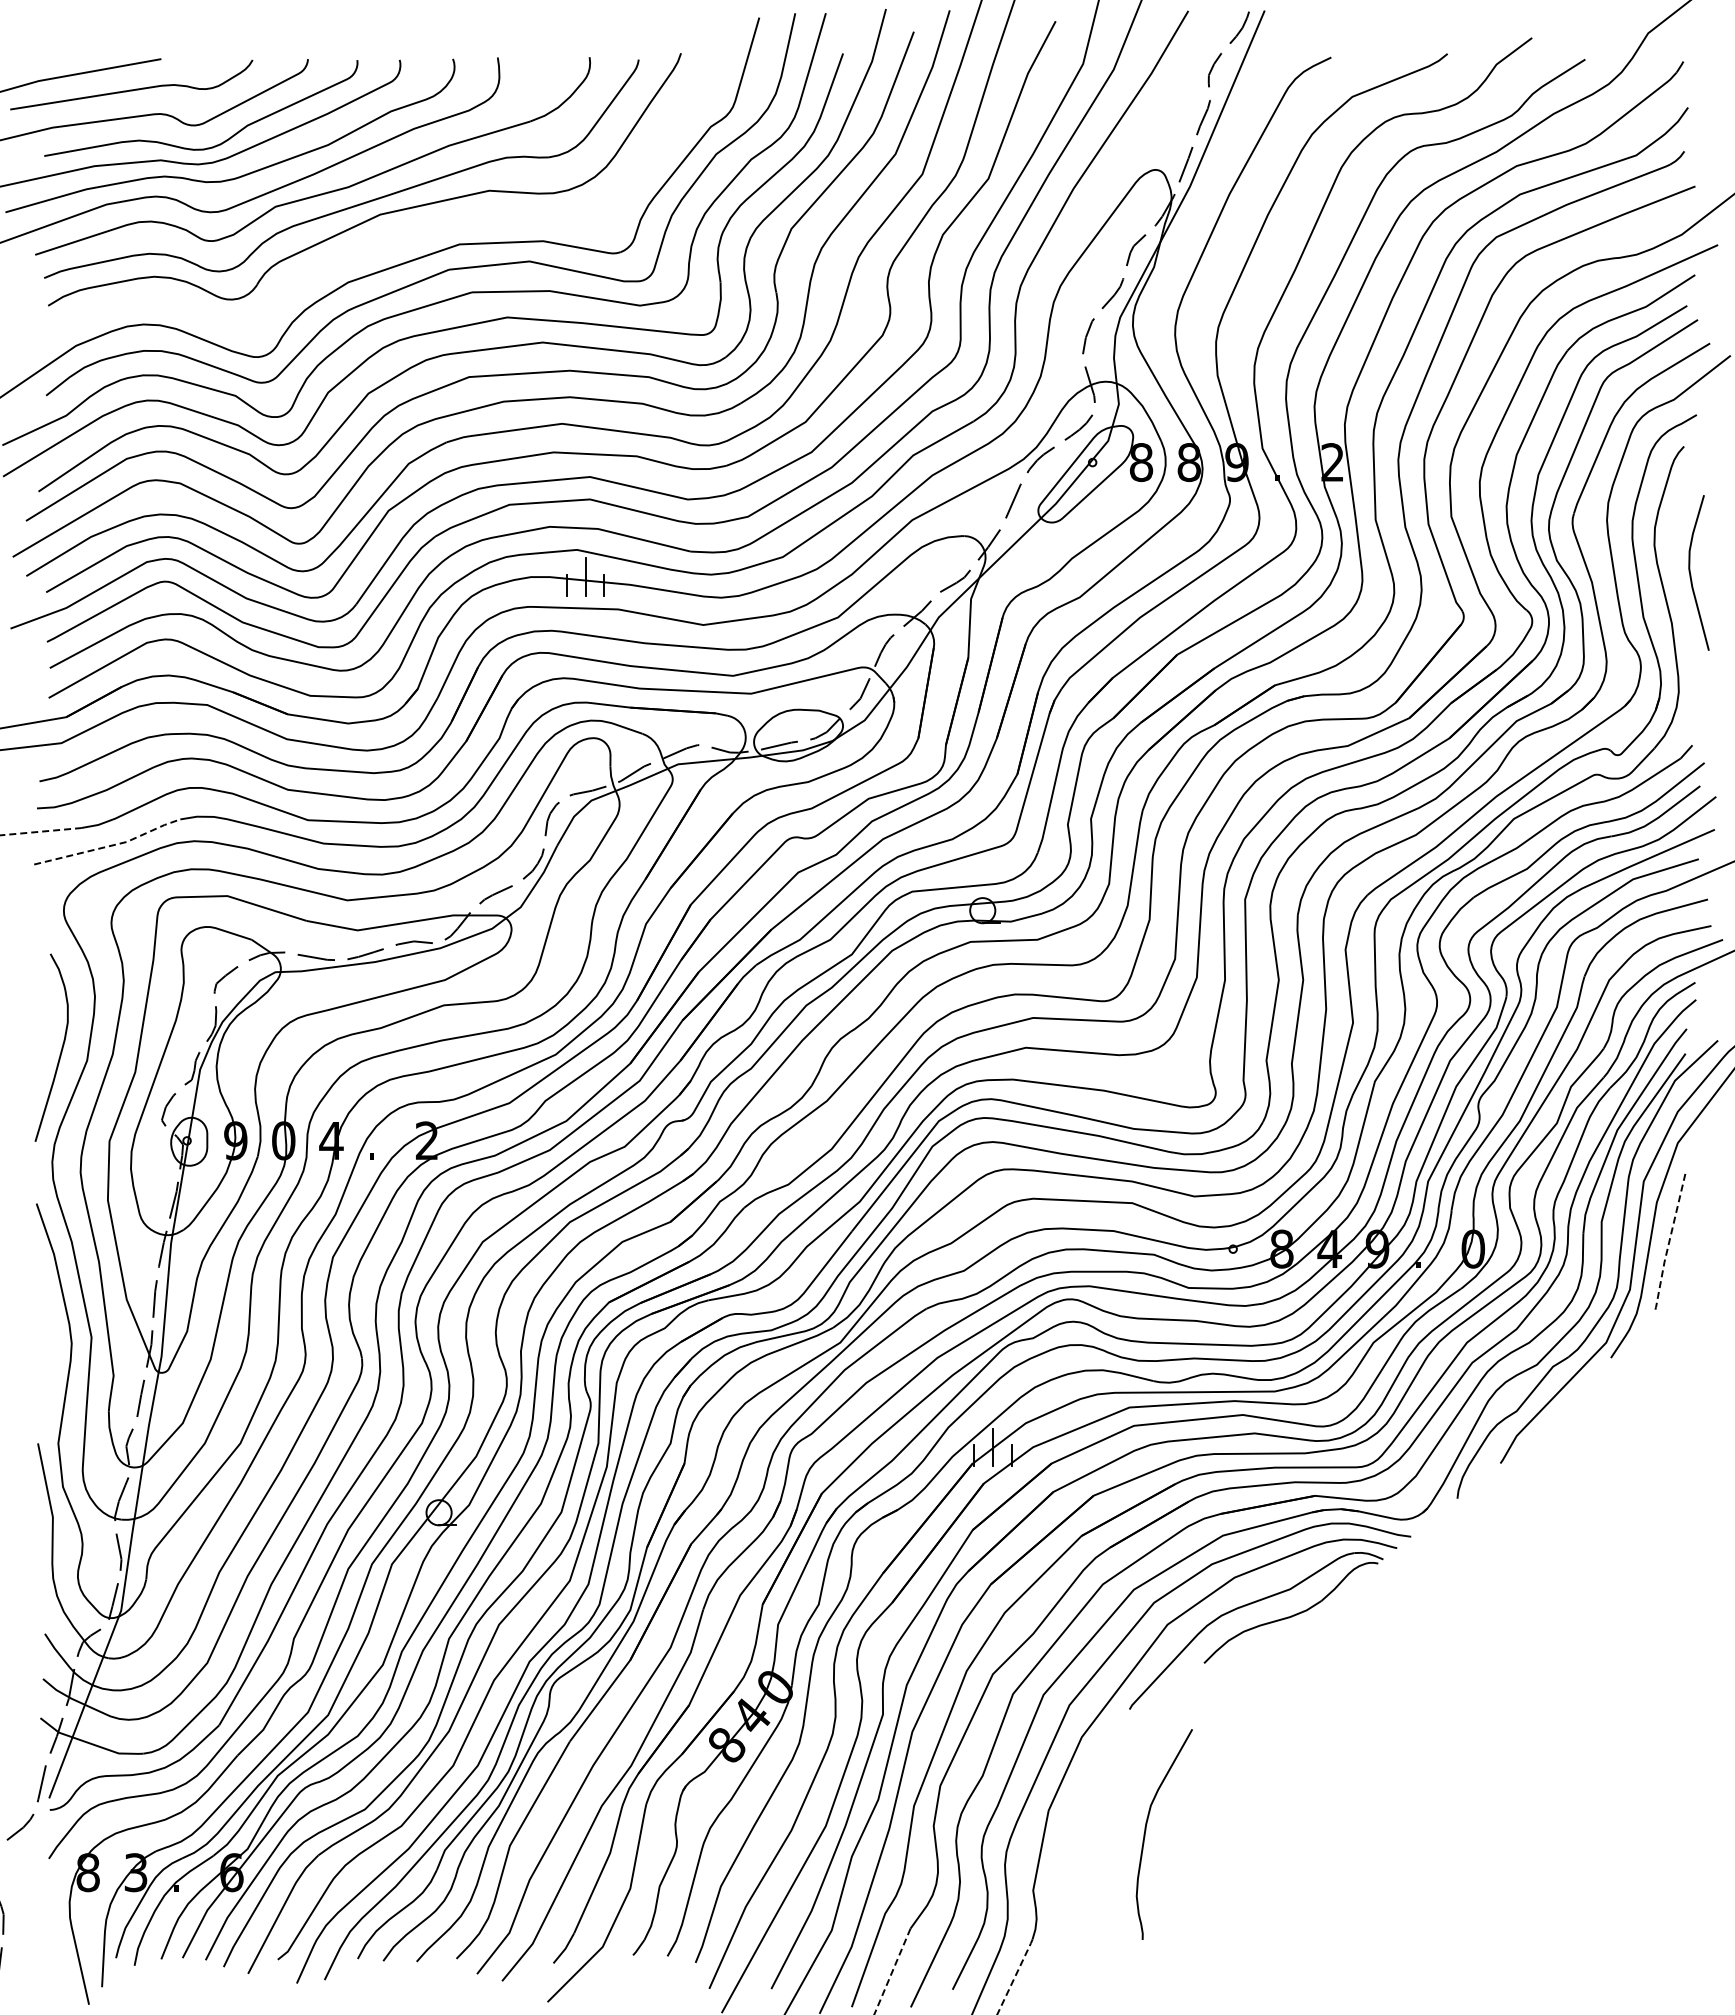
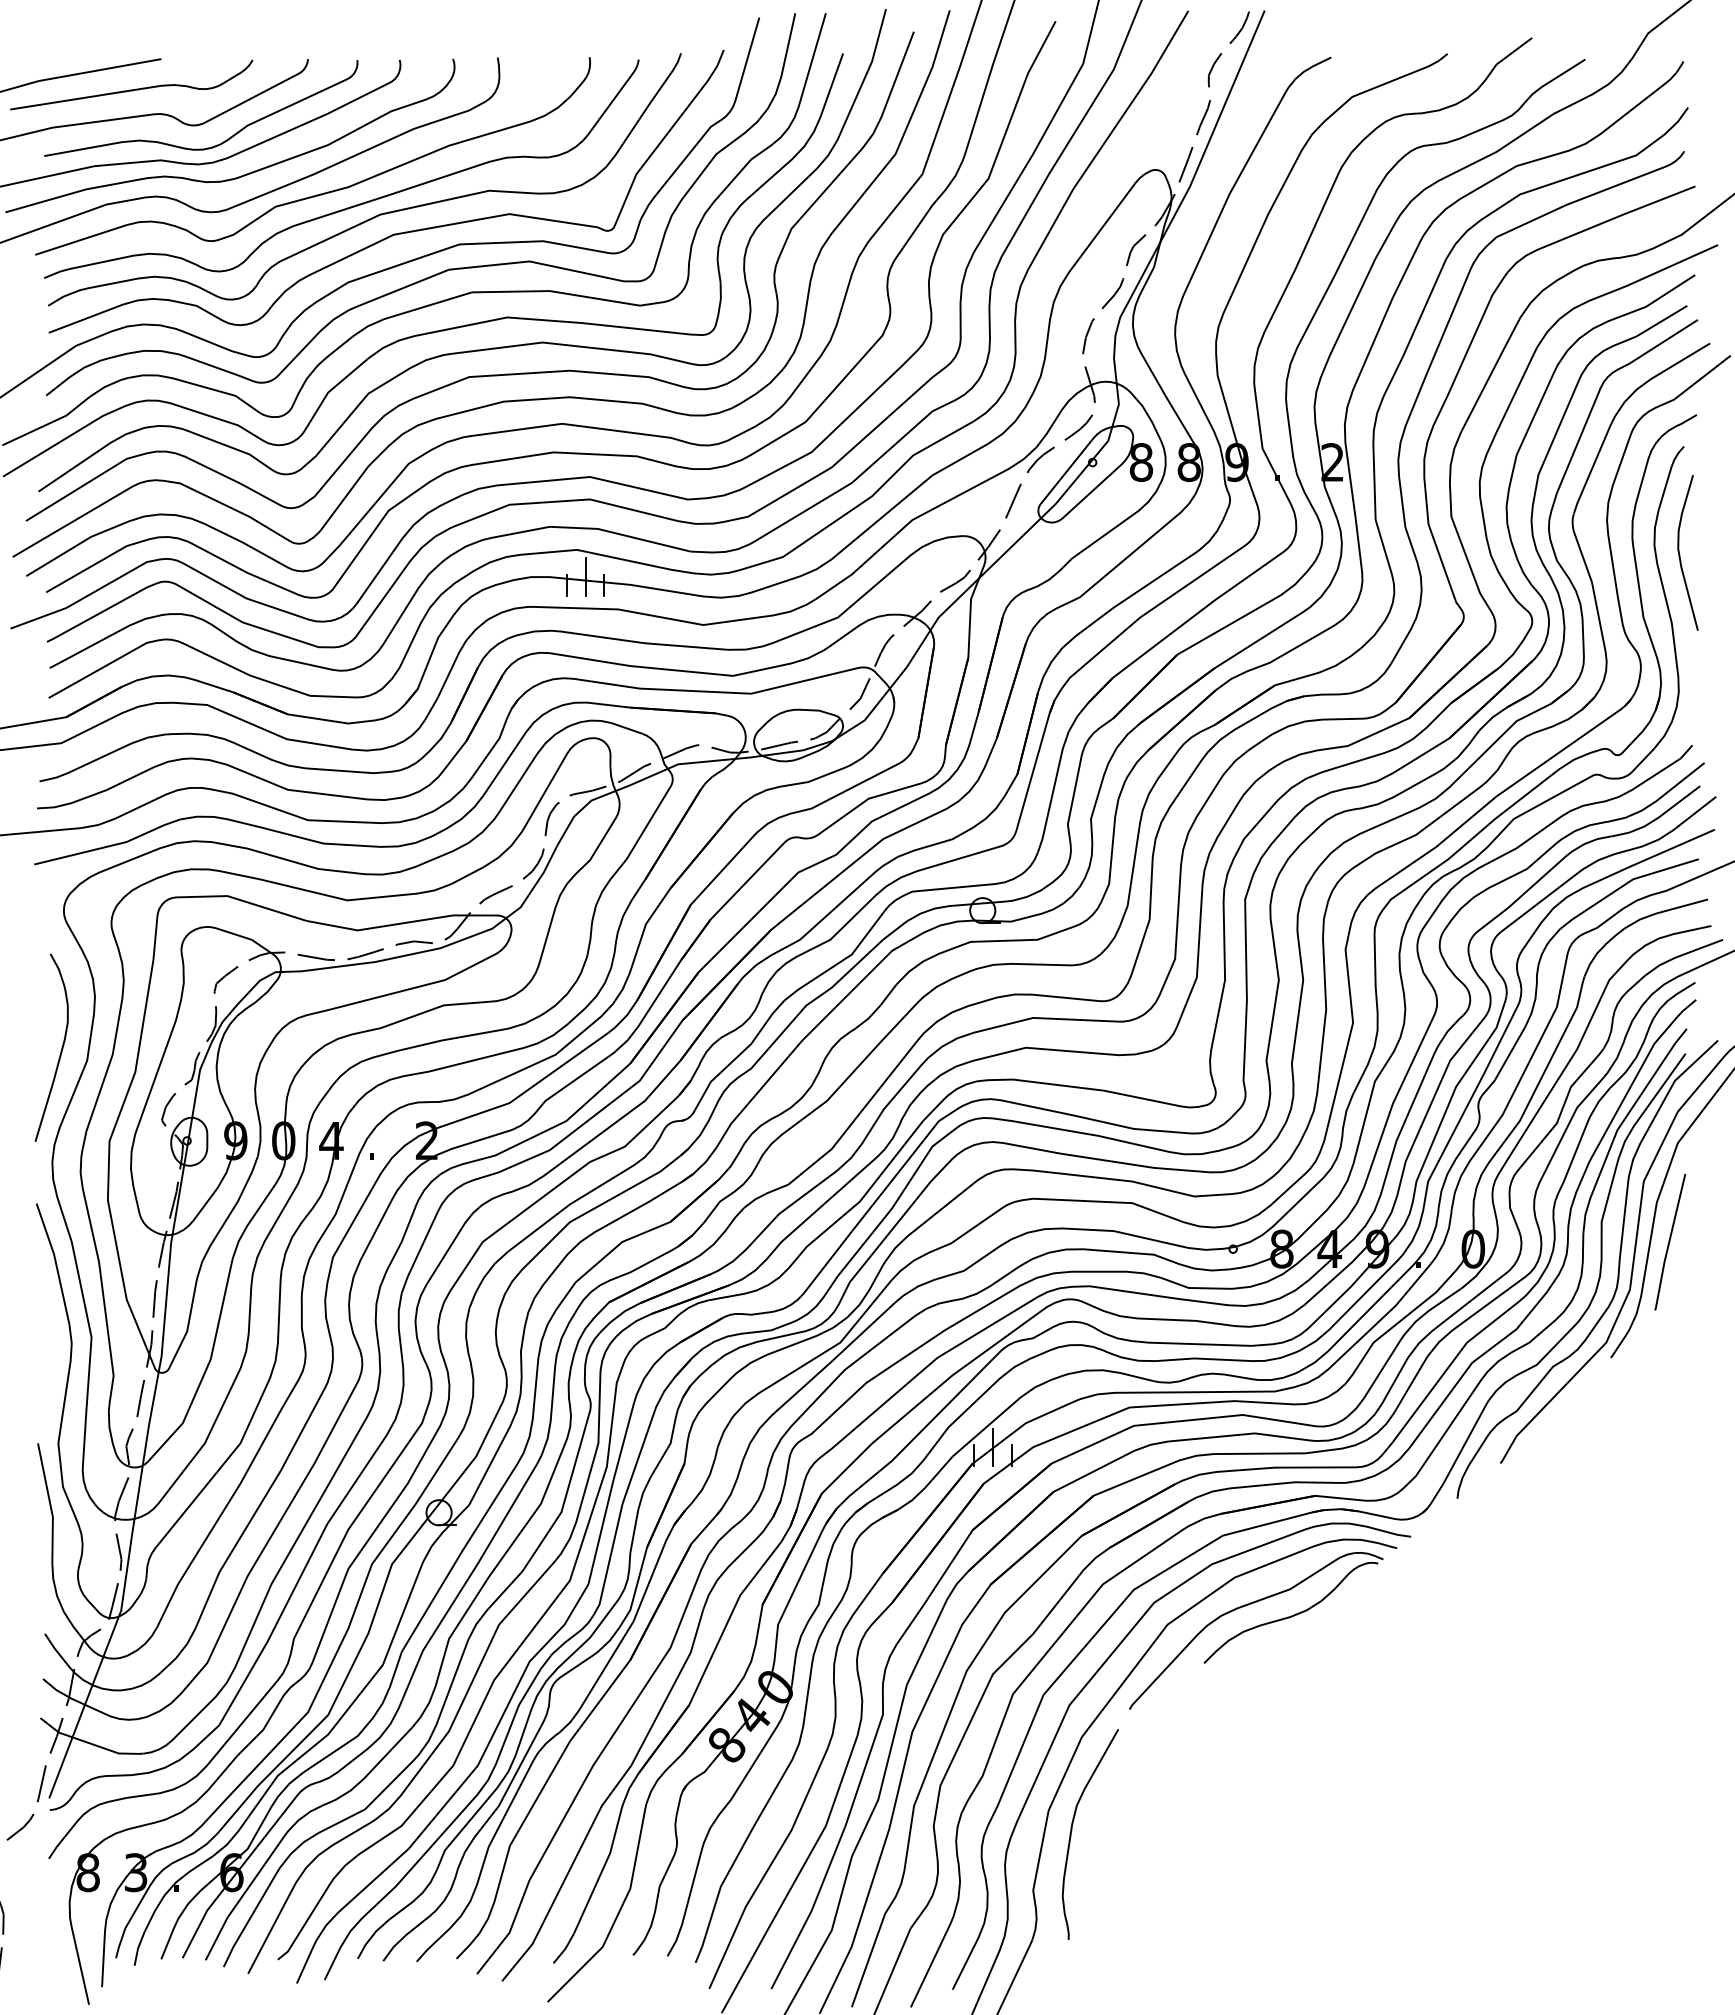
part at (393, 233): none -> present
curve at (1691, 574) position: (1691, 574) -> (1680, 554)
line at (40, 831): dashed -> solid
line at (110, 845): dashed -> solid
line at (1668, 1243): dashed -> solid
curve at (1146, 1830) position: (1146, 1830) -> (1072, 1830)
line at (892, 1971): dashed -> solid
line at (1015, 1976): dashed -> solid
